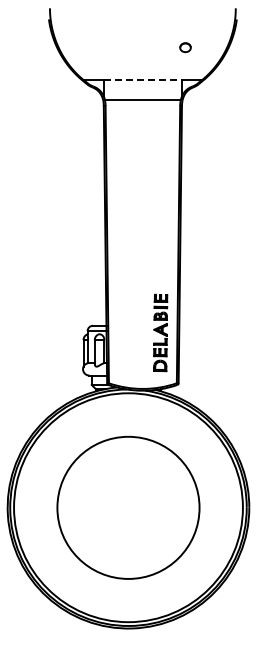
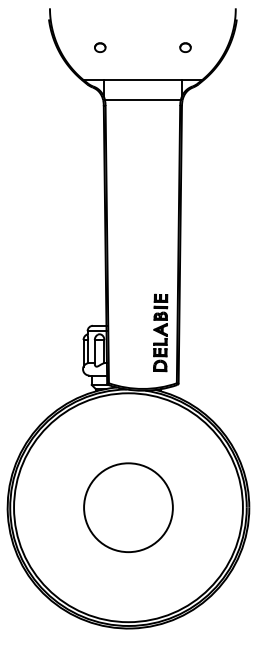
part at (100, 47): none -> present
line at (143, 79): dashed -> solid
circle at (128, 507) size: 145x145 px -> 91x91 px
